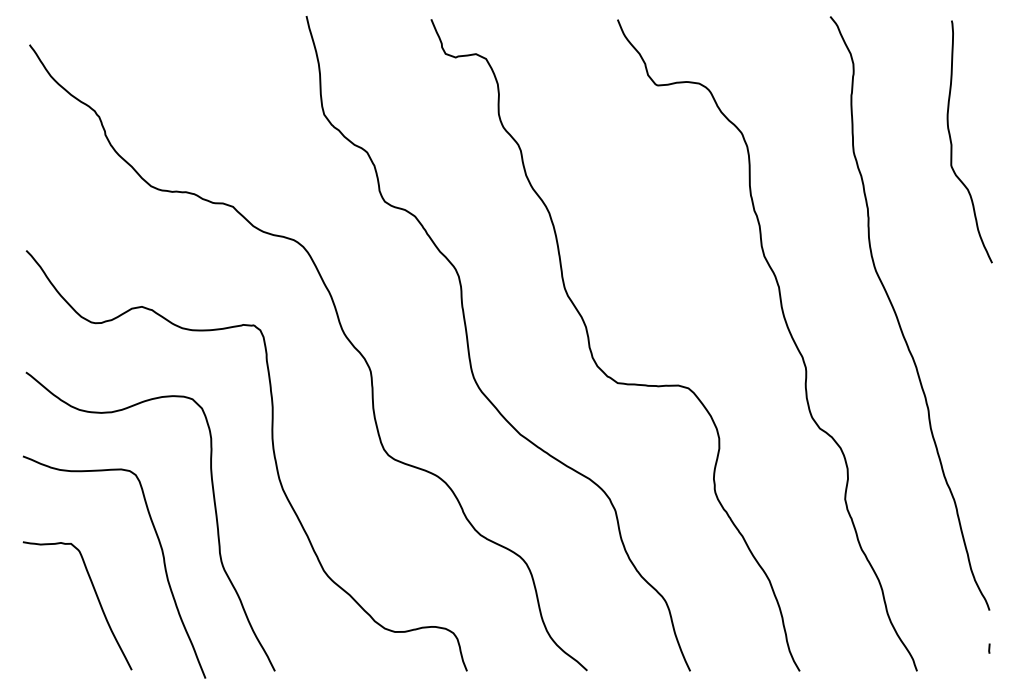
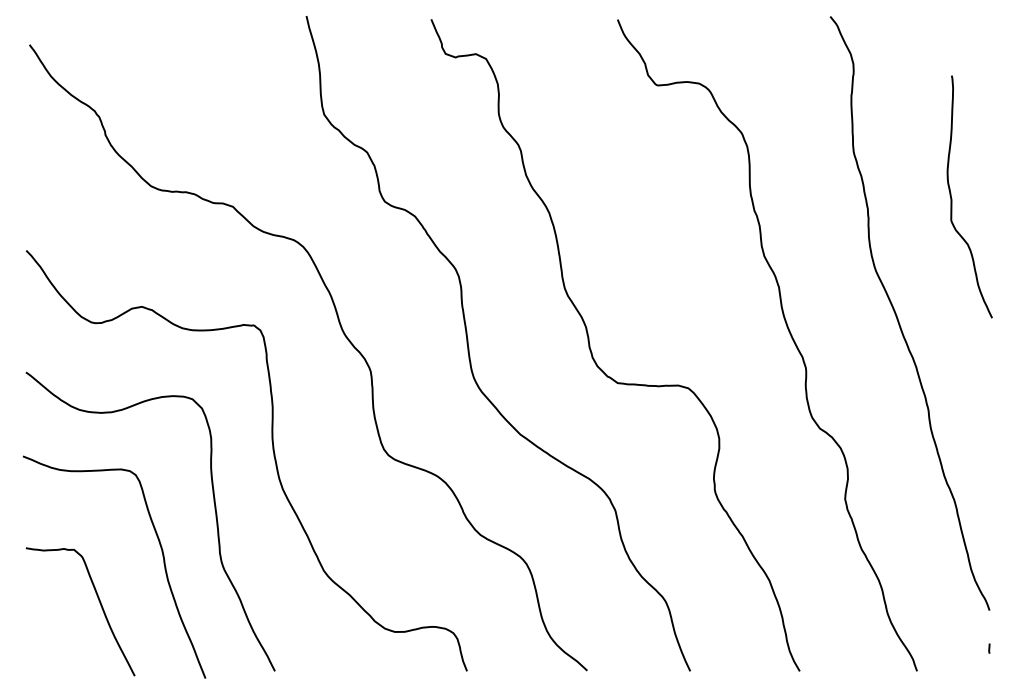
curve at (952, 143) position: (952, 143) -> (952, 198)
curve at (96, 597) position: (96, 597) -> (99, 603)
